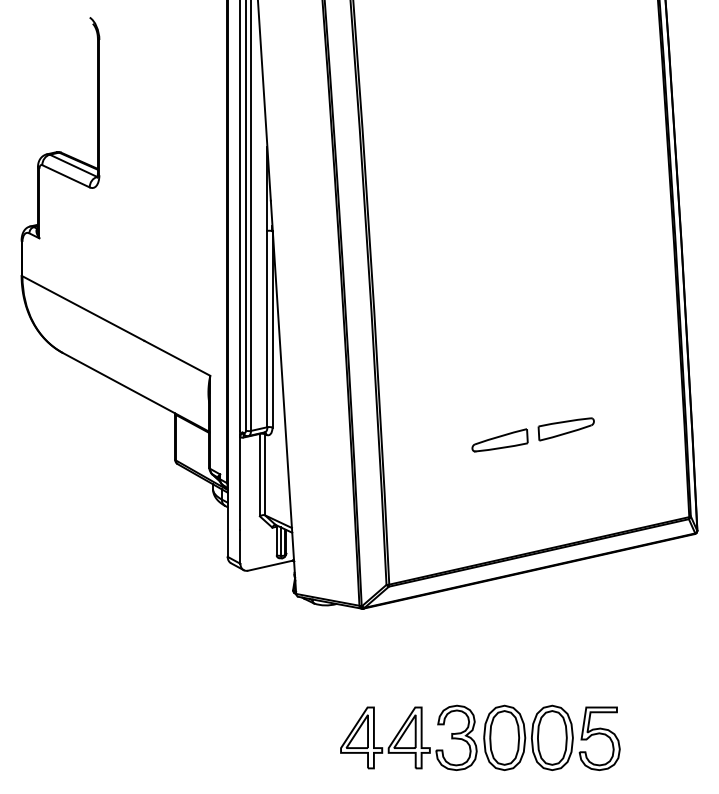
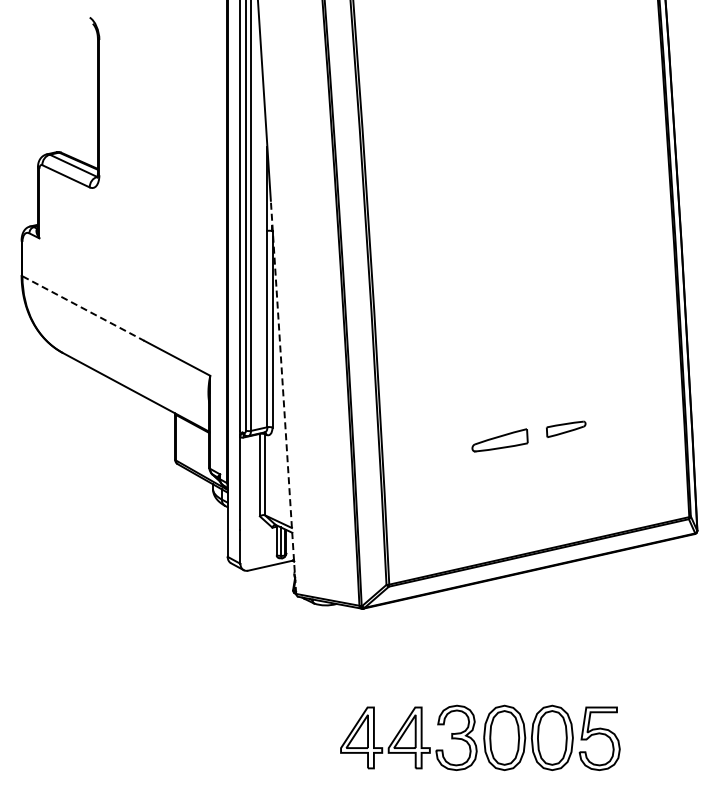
line at (83, 308): solid -> dashed
line at (283, 397): solid -> dashed
part at (565, 429) size: 58x25 px -> 41x18 px
